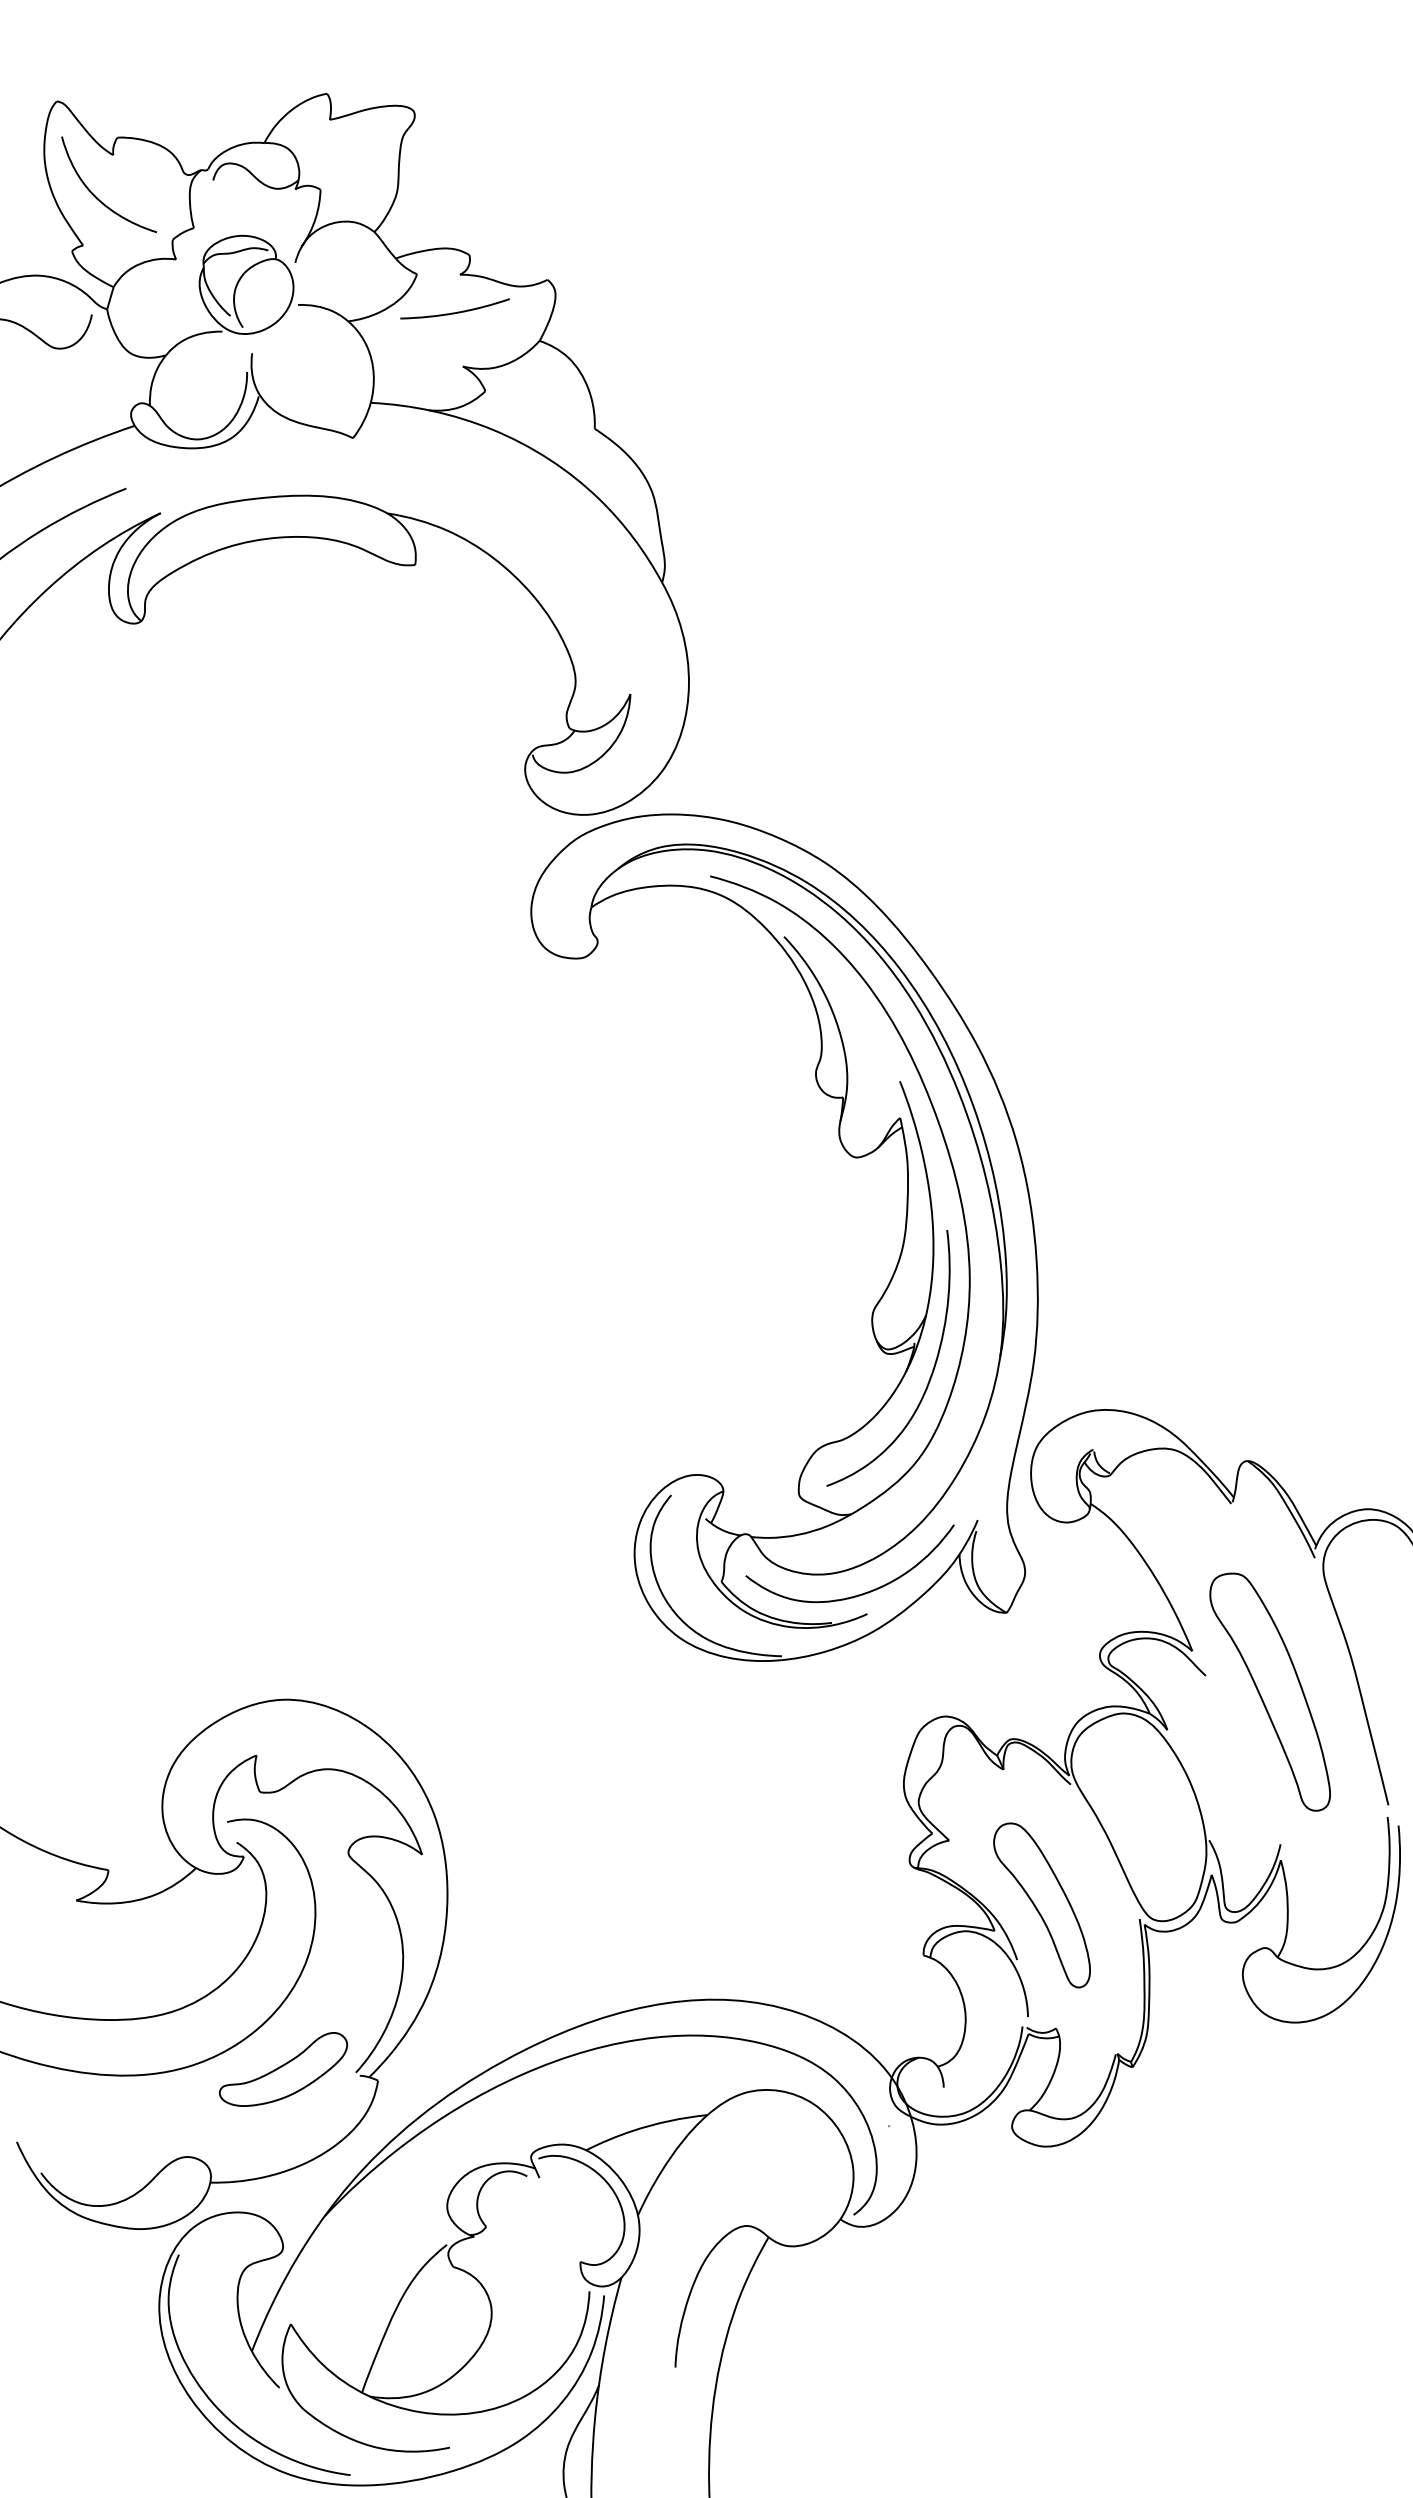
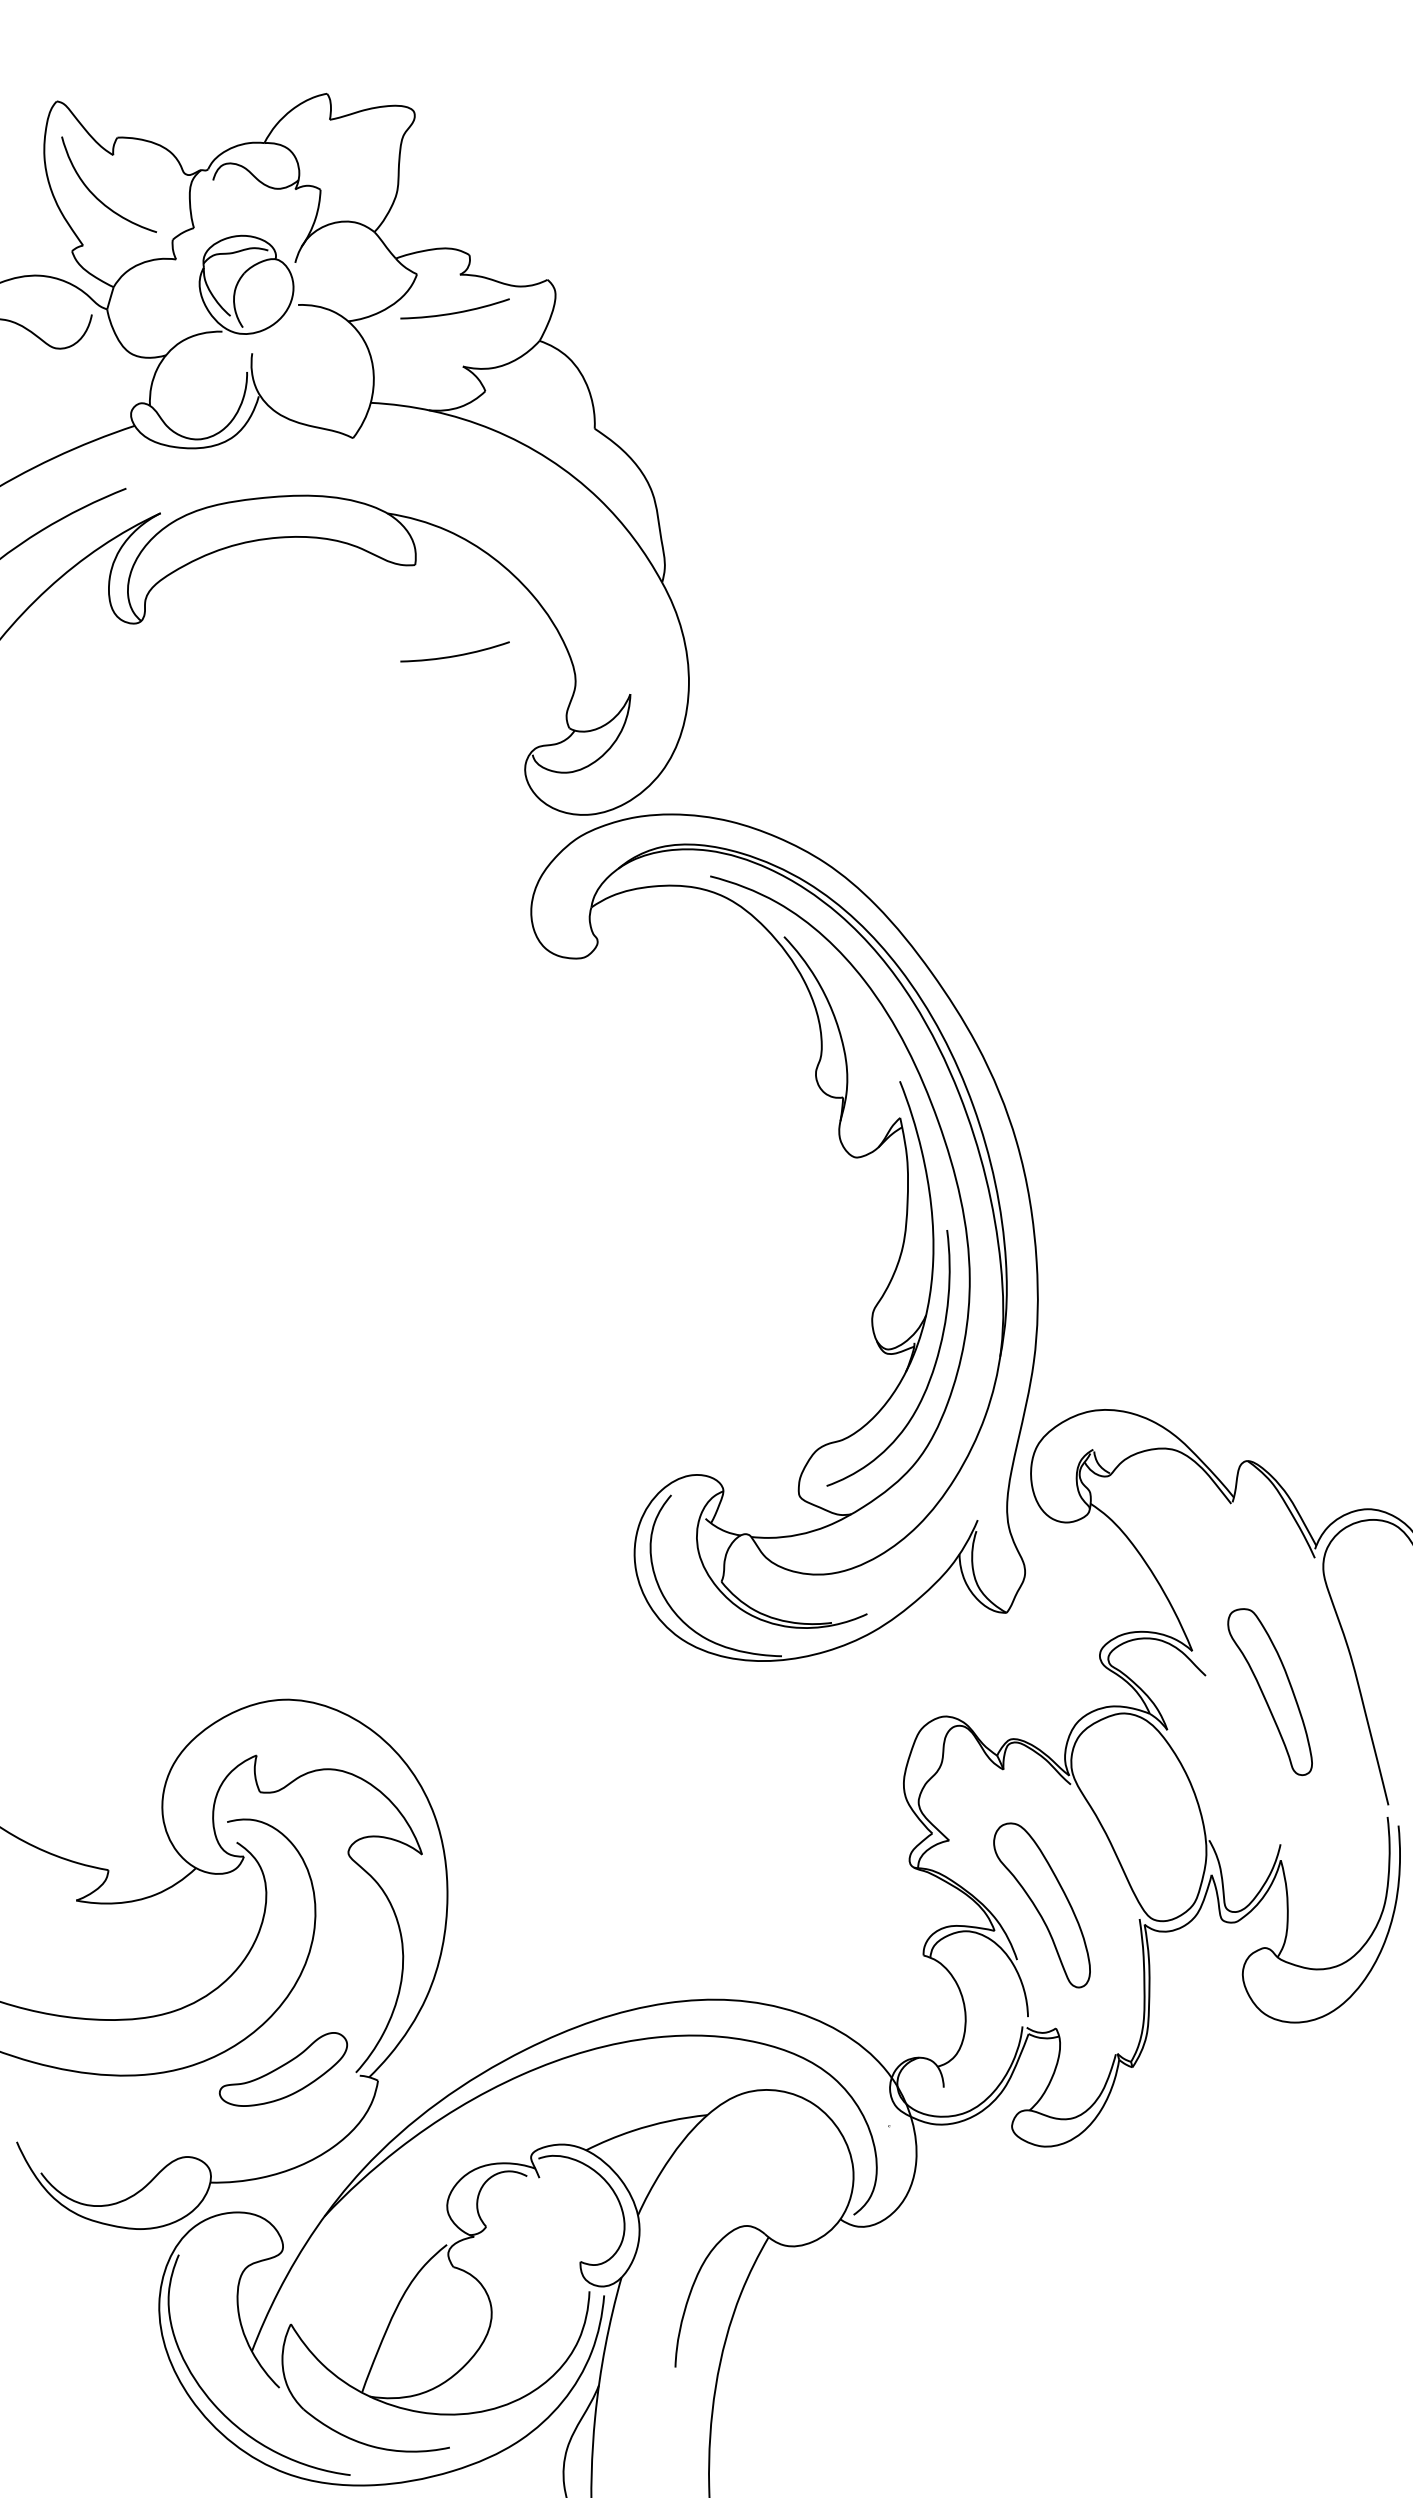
curve at (454, 655): none -> present
curve at (858, 1594): present -> none
part at (1269, 1691) size: 122x240 px -> 86x169 px
